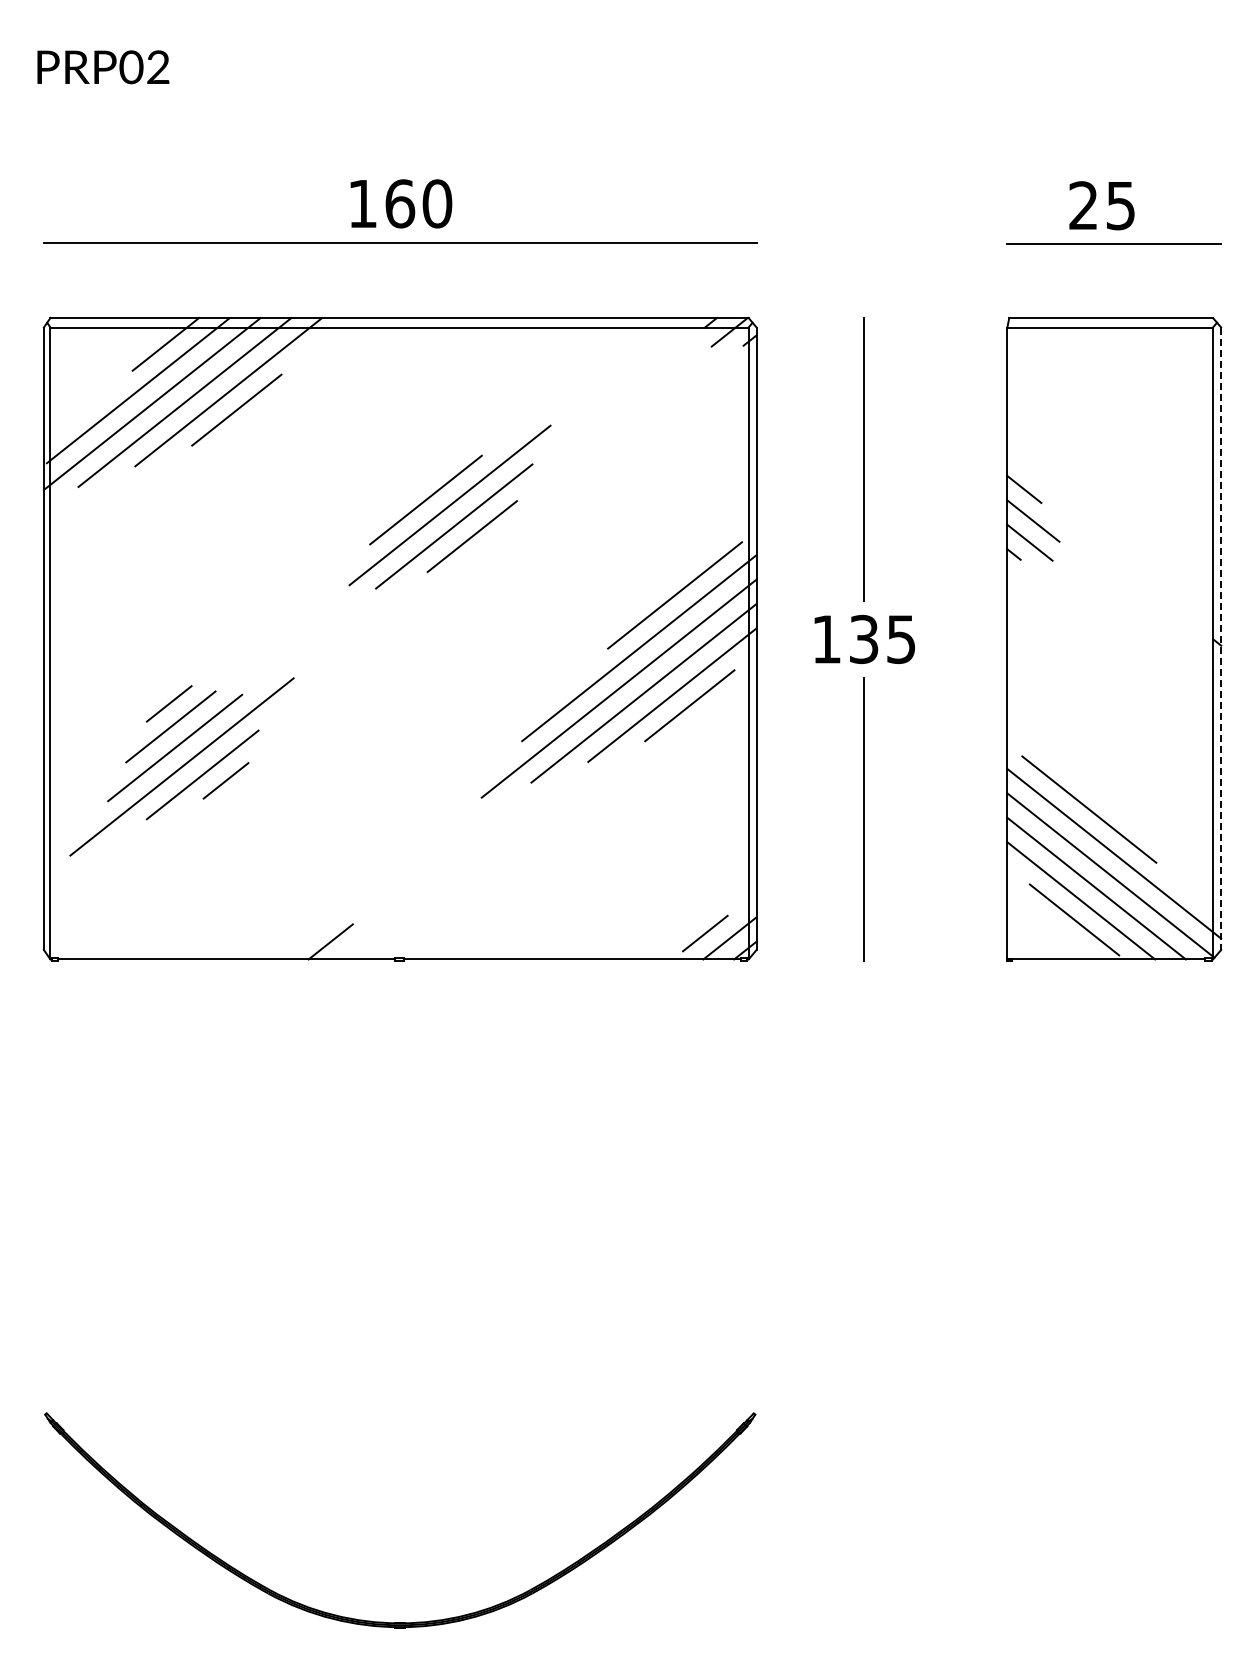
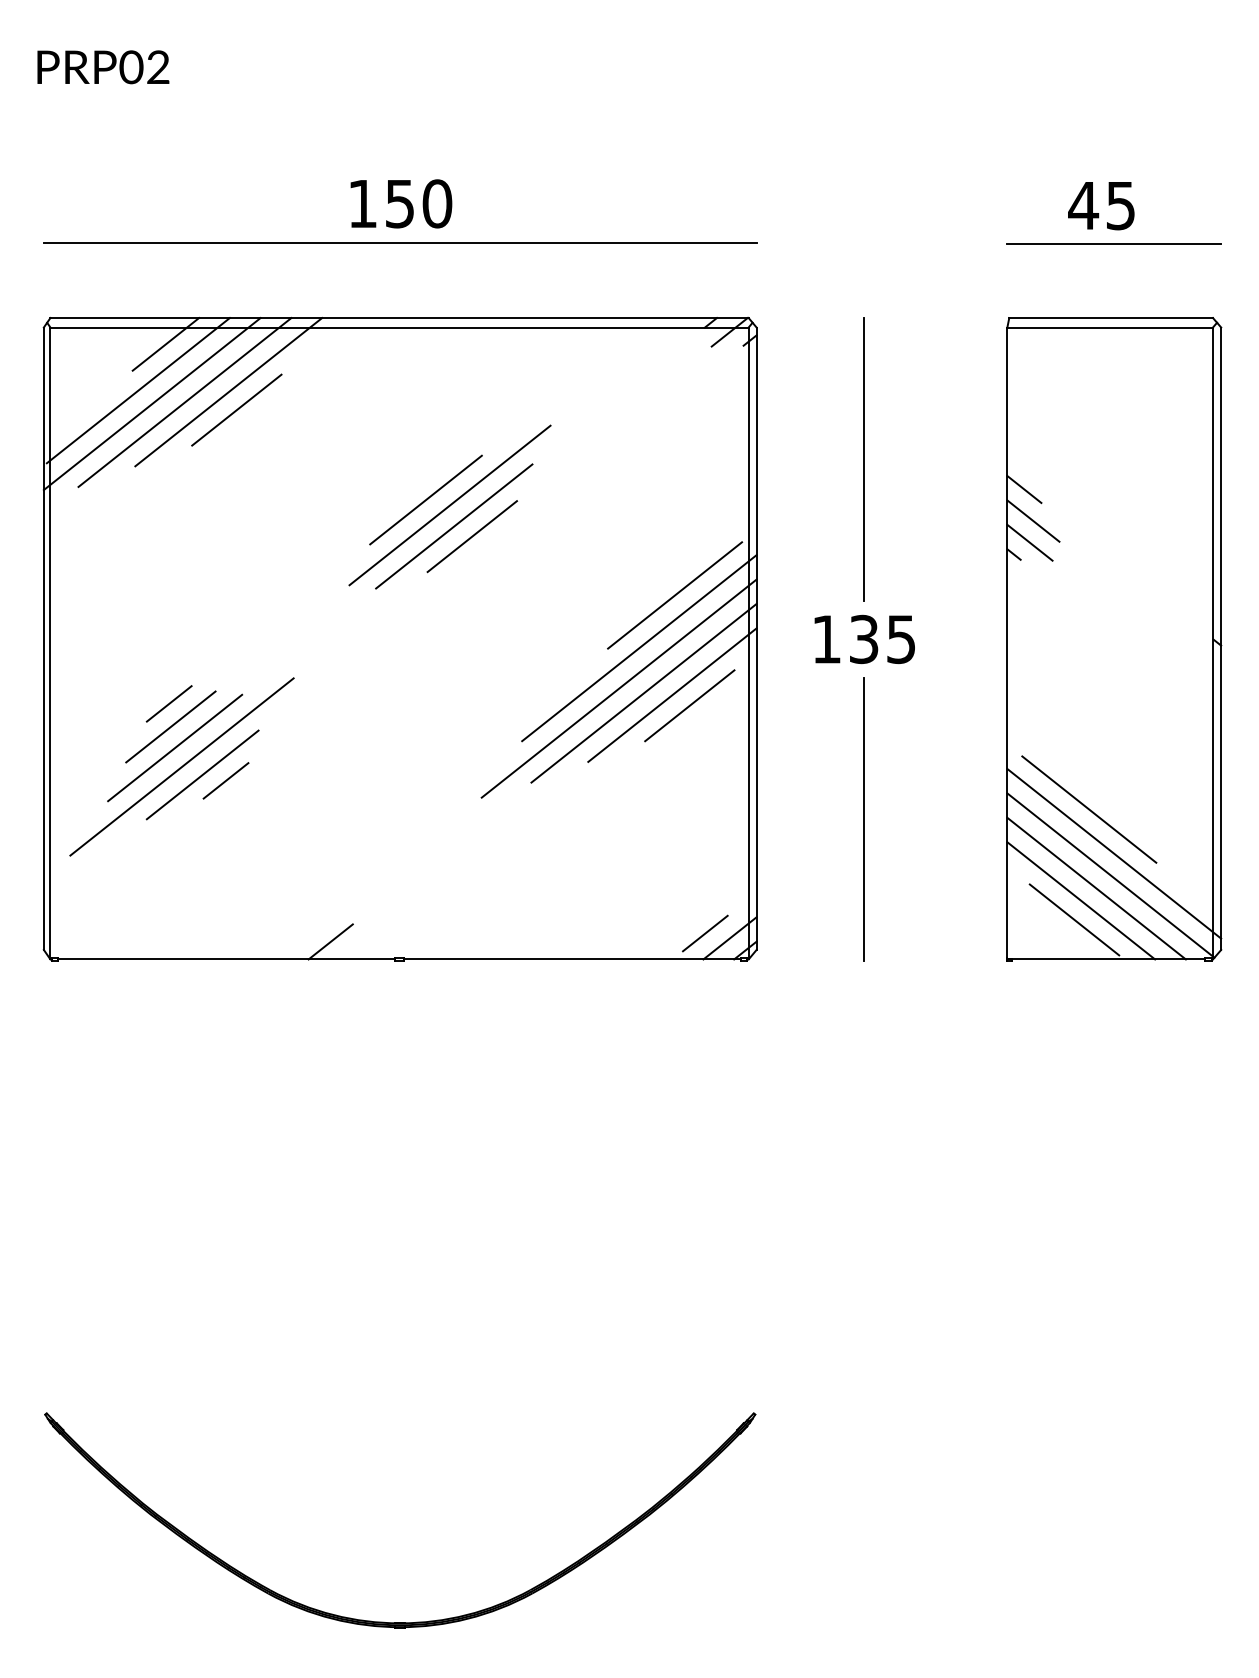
text at (400, 203): 160 -> 150
text at (1083, 205): 25 -> 45
line at (1221, 639): dashed -> solid
